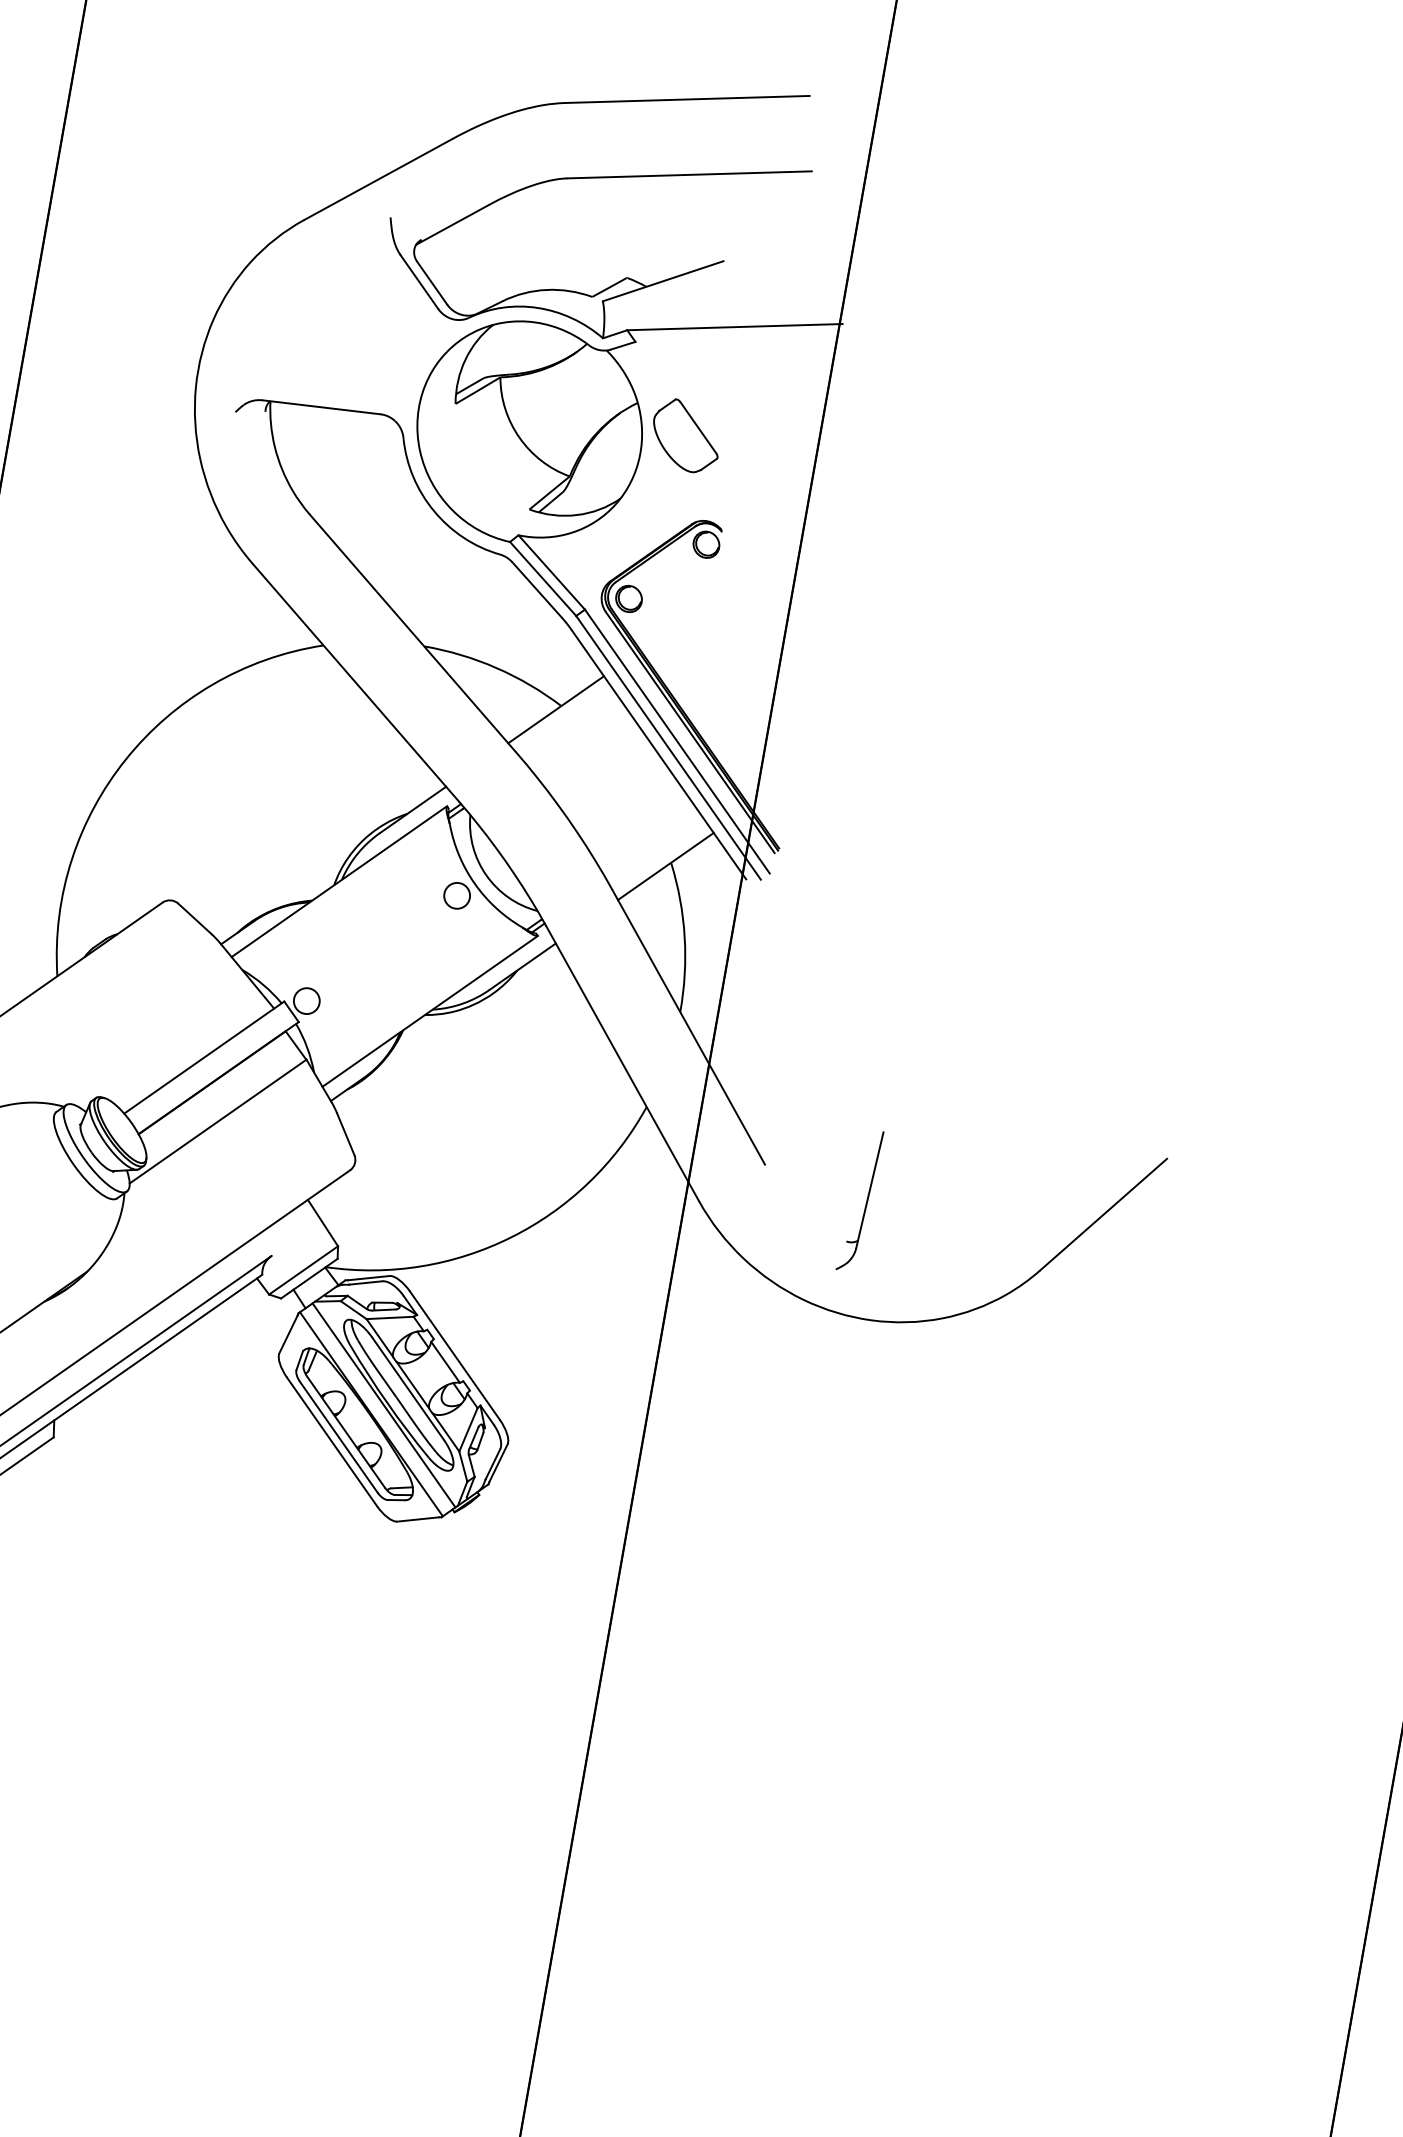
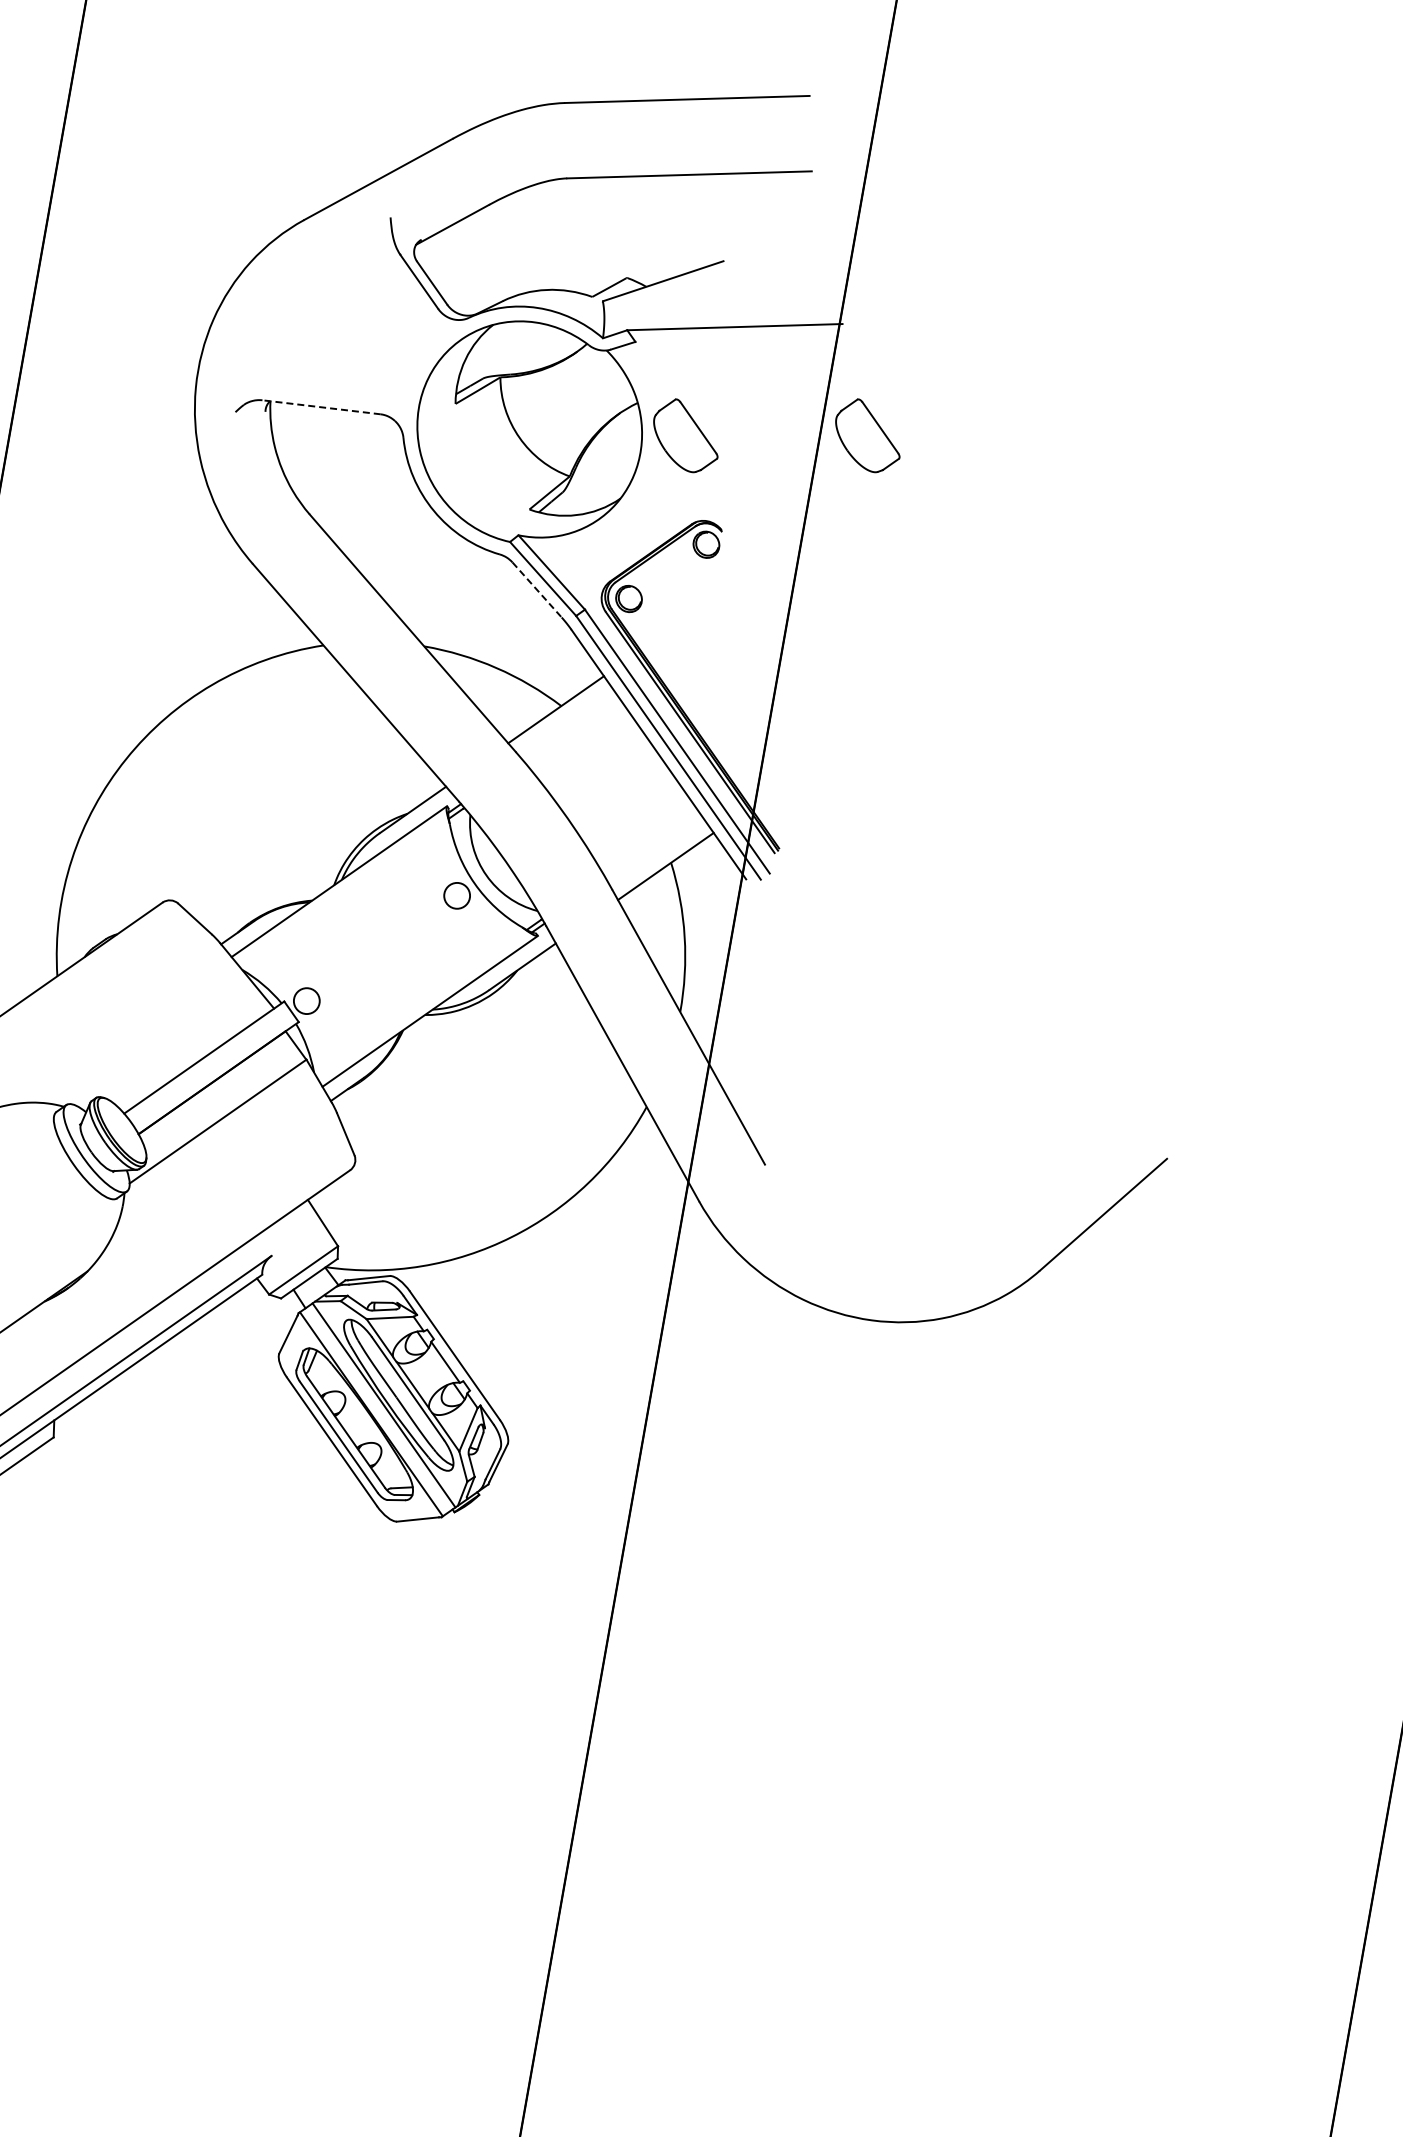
line at (321, 407): solid -> dashed
part at (867, 435): none -> present
line at (537, 589): solid -> dashed
part at (865, 1203): present -> none
